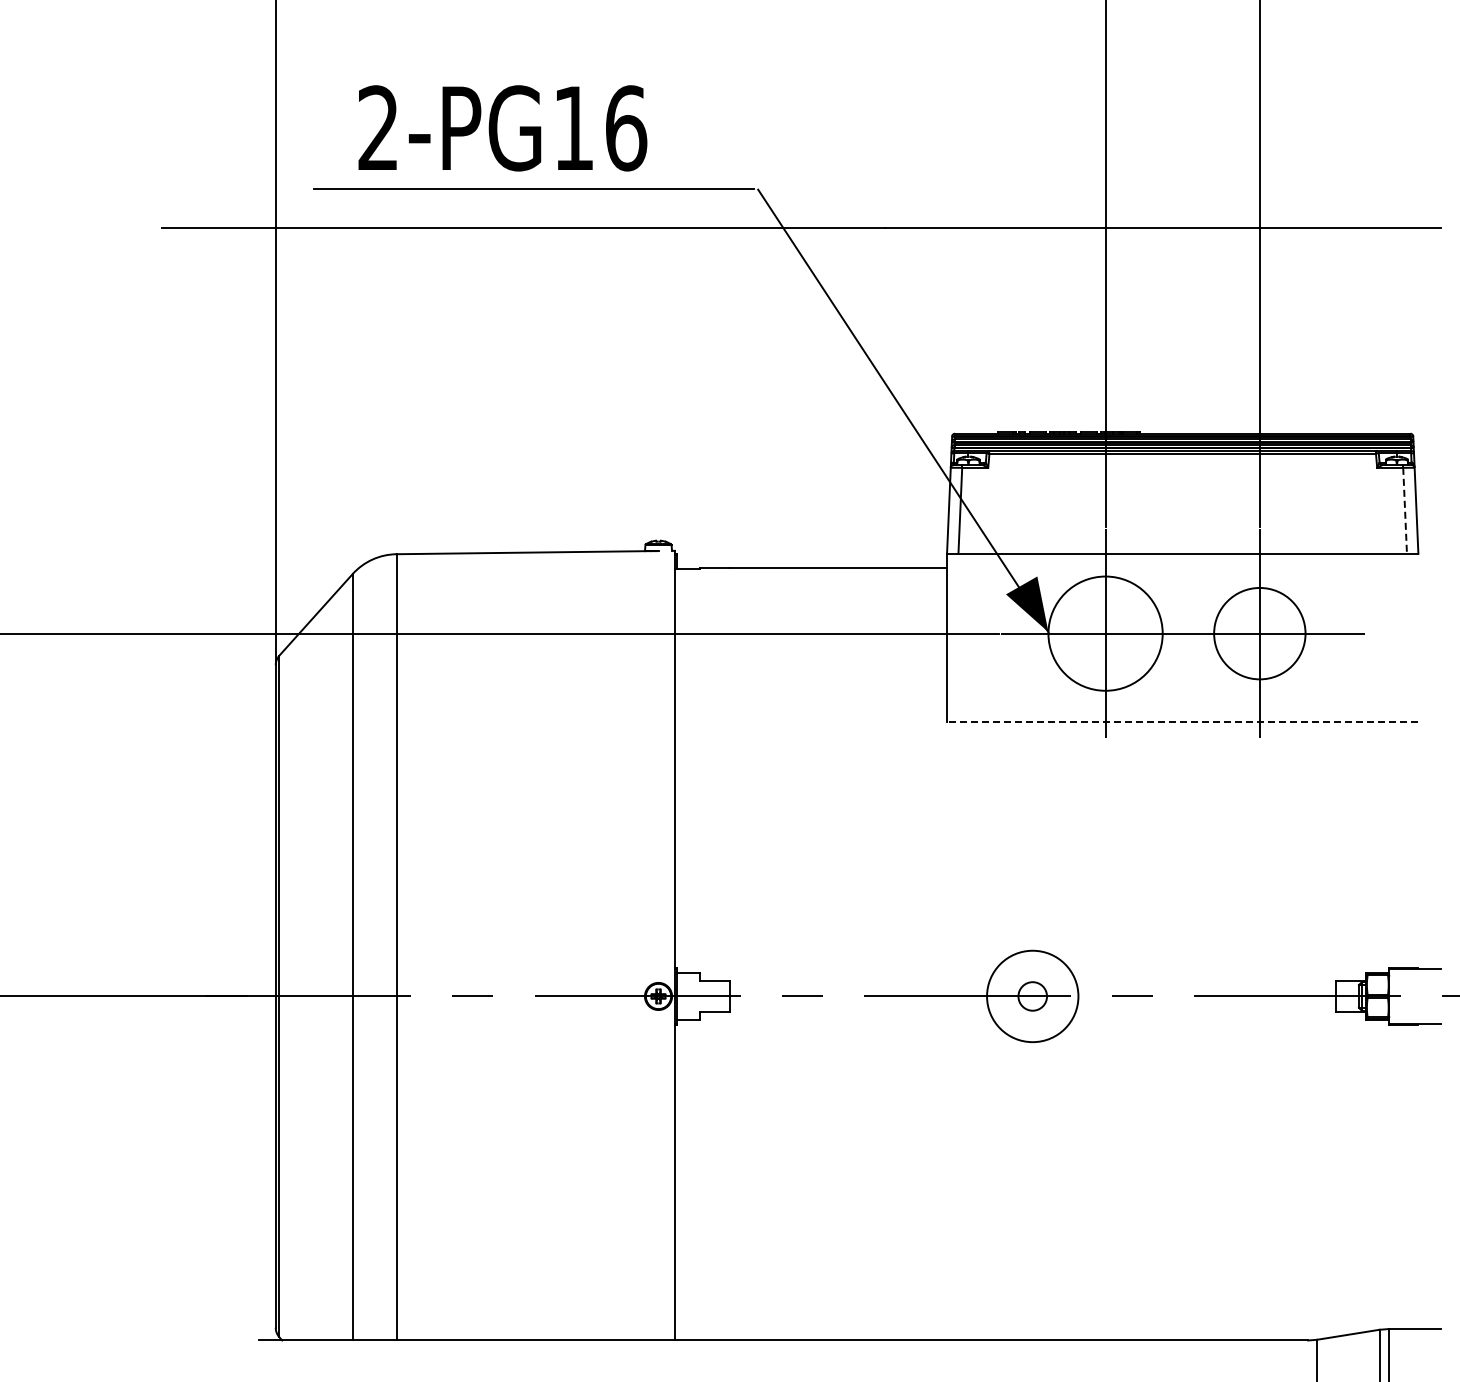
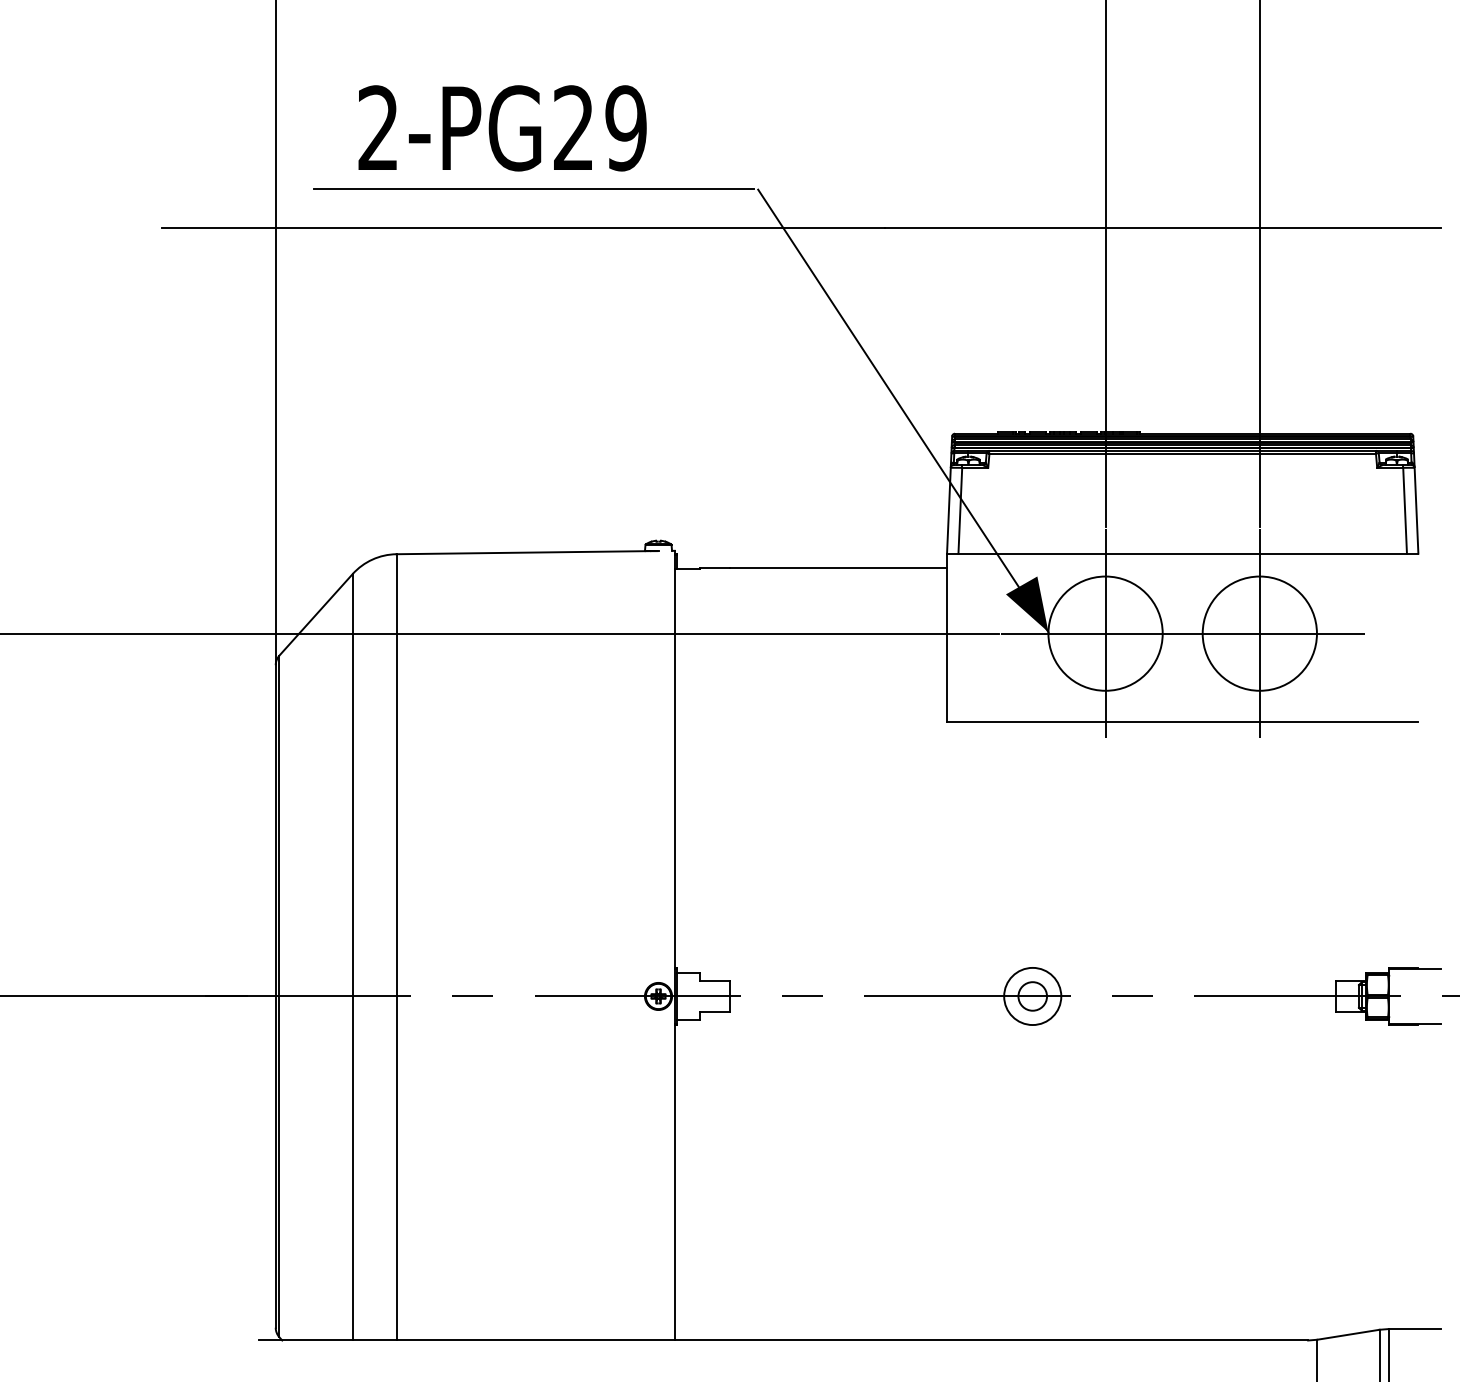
text at (600, 128): 2-PG16 -> 2-PG29
line at (1405, 510): dashed -> solid
circle at (1259, 633) diameter: 91 px -> 114 px
line at (1182, 722): dashed -> solid
circle at (1032, 996) diameter: 91 px -> 57 px
